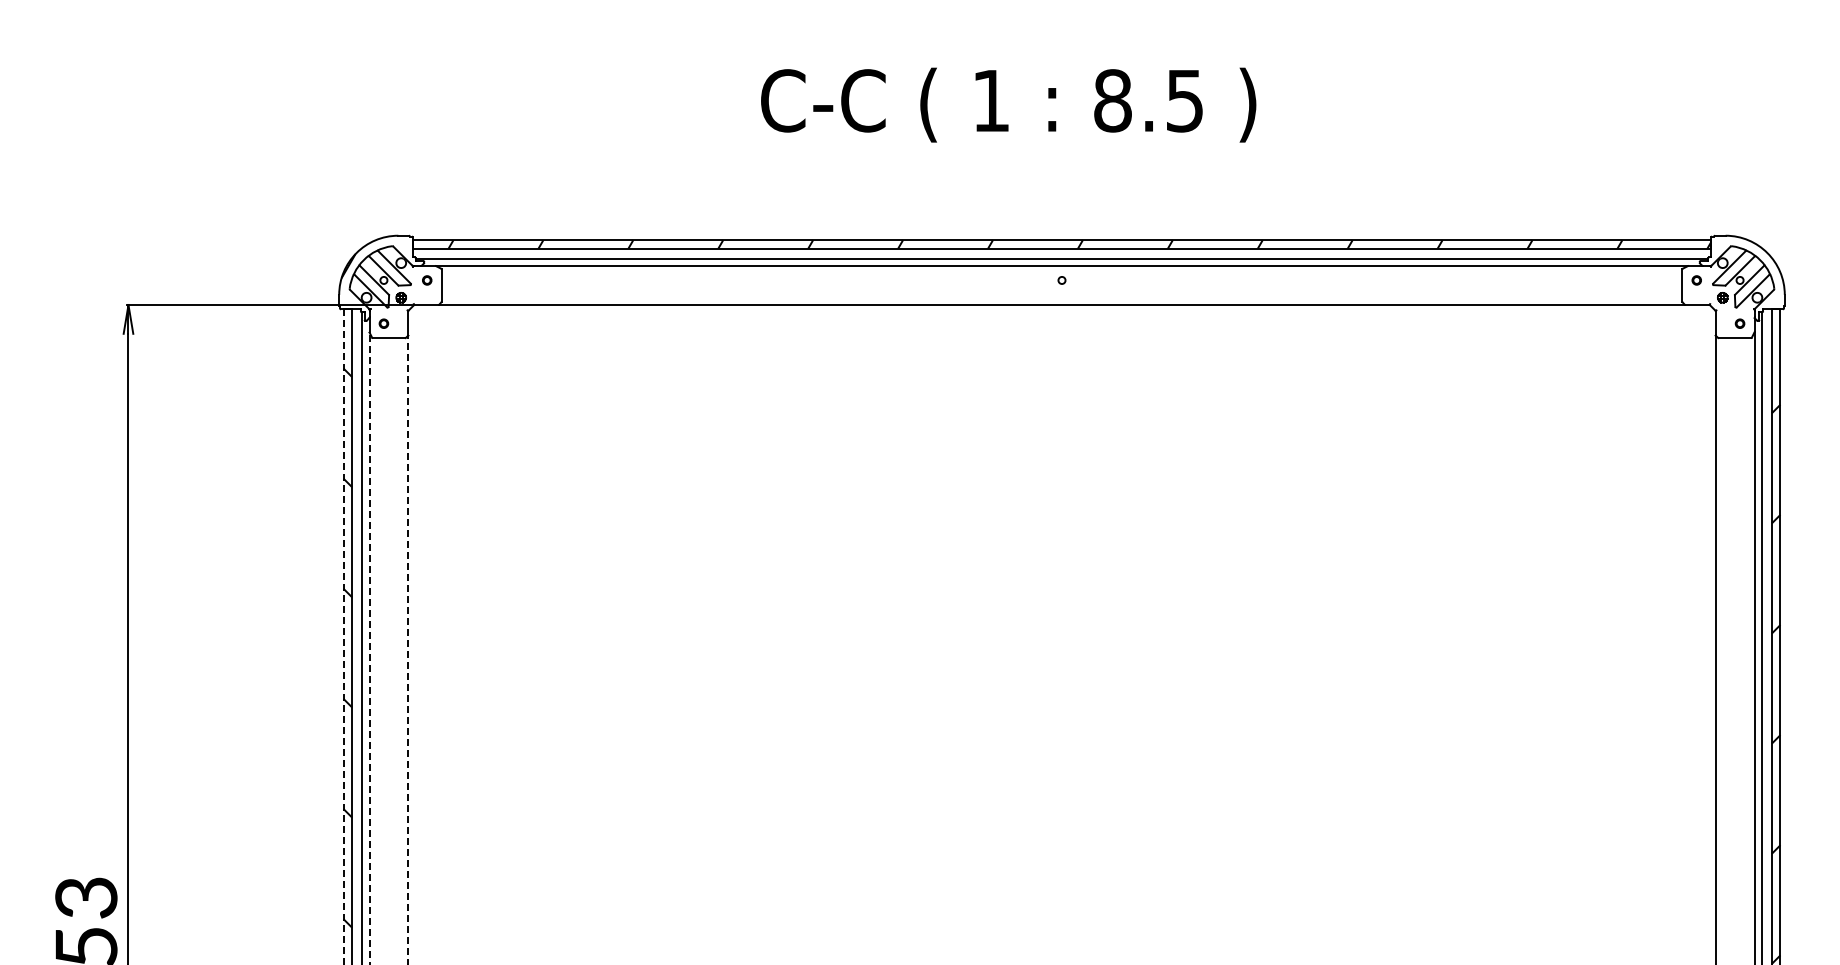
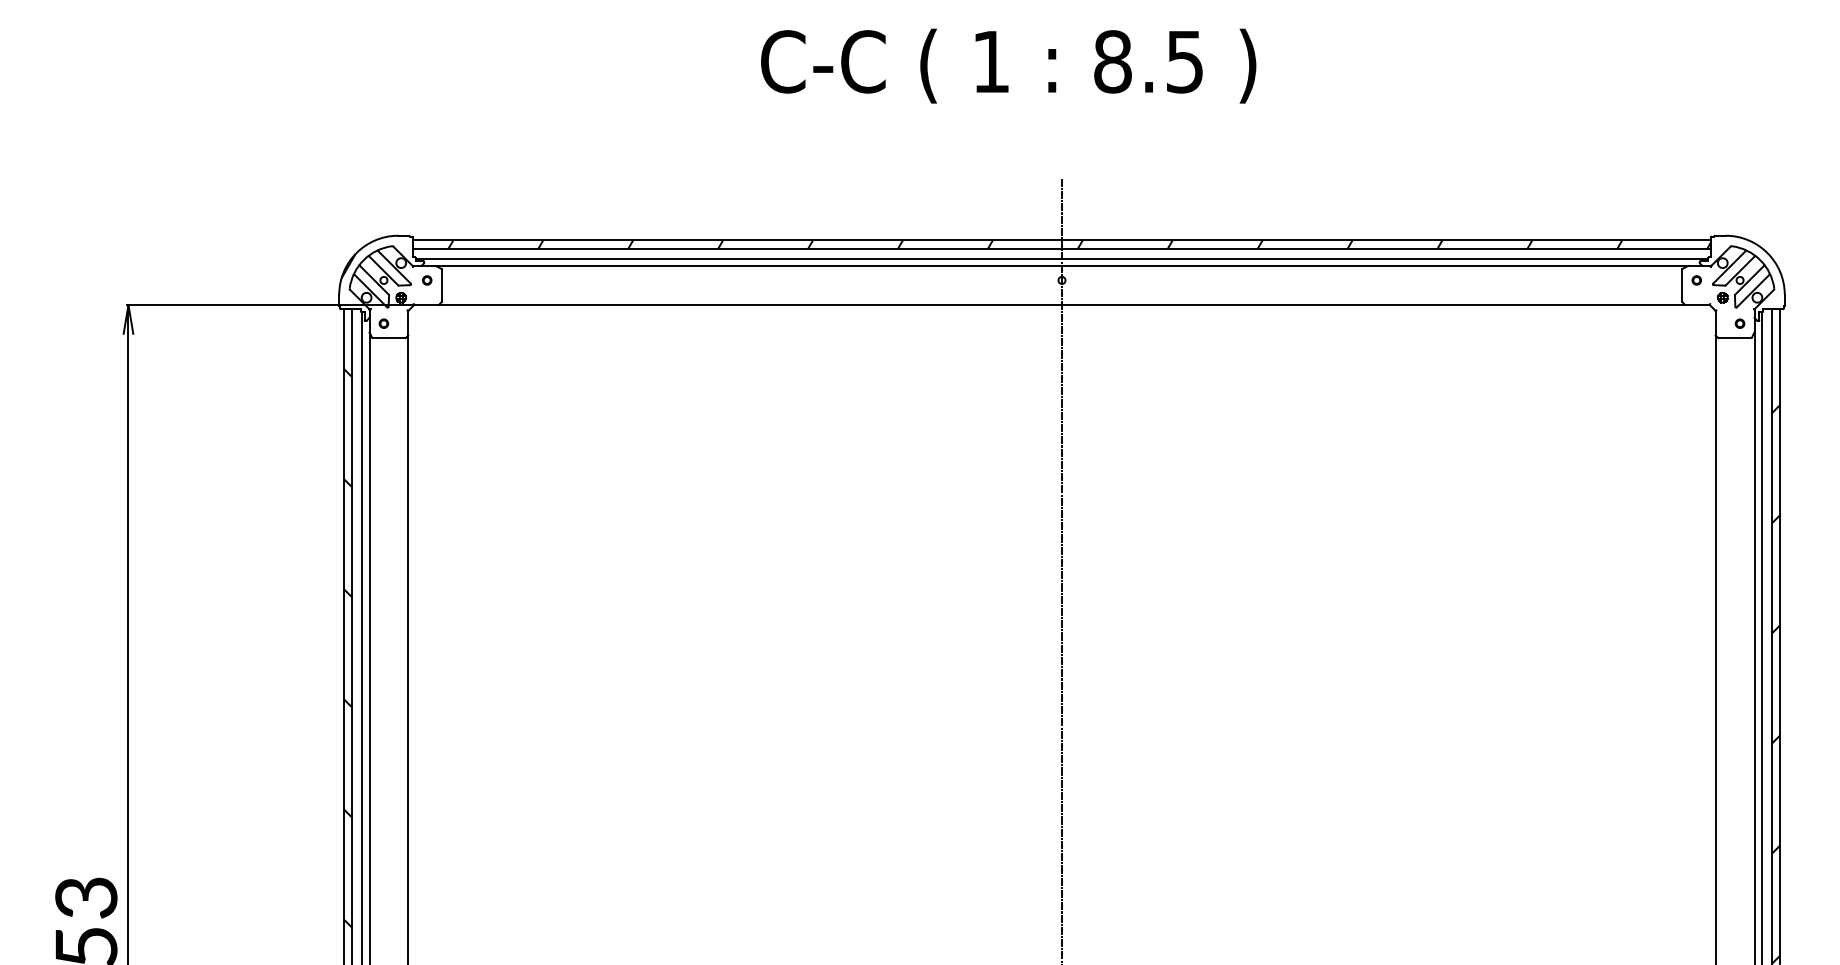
text at (1008, 104) position: (1008, 104) -> (1008, 65)
line at (1062, 569): none -> present
line at (343, 637): dashed -> solid
line at (369, 648): dashed -> solid
line at (408, 649): dashed -> solid
